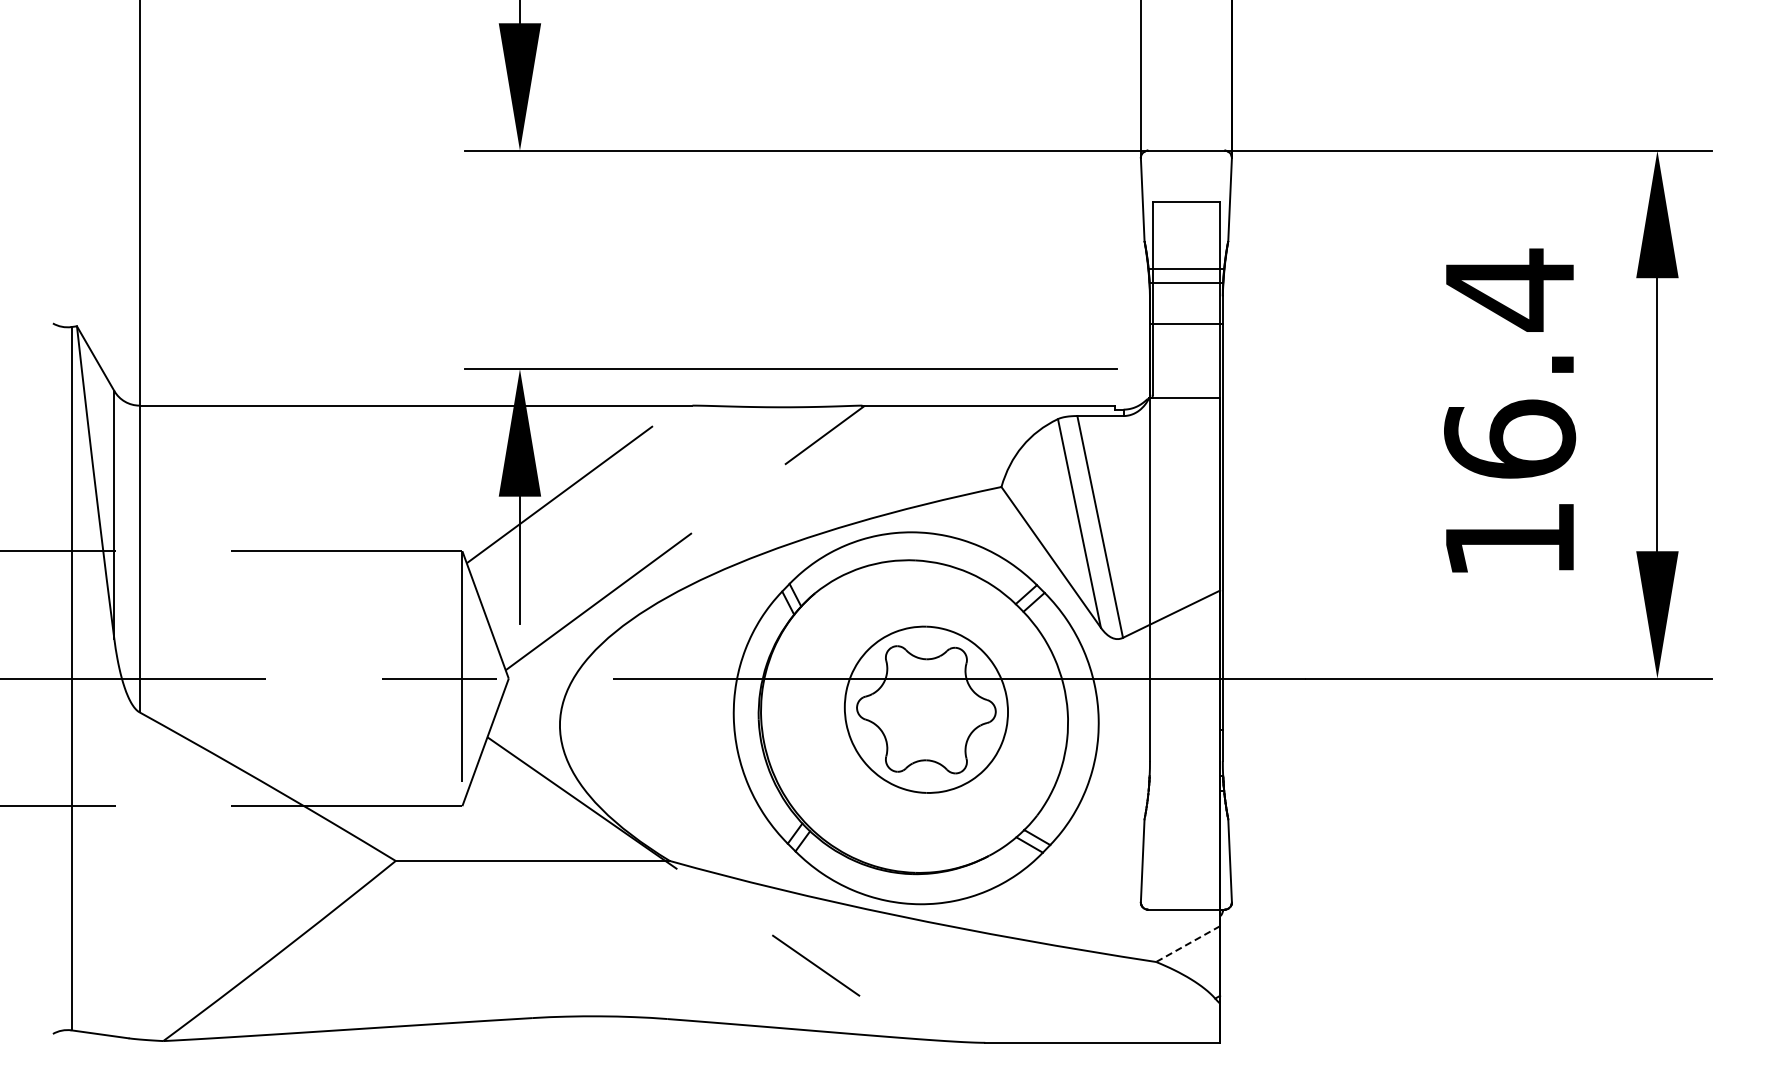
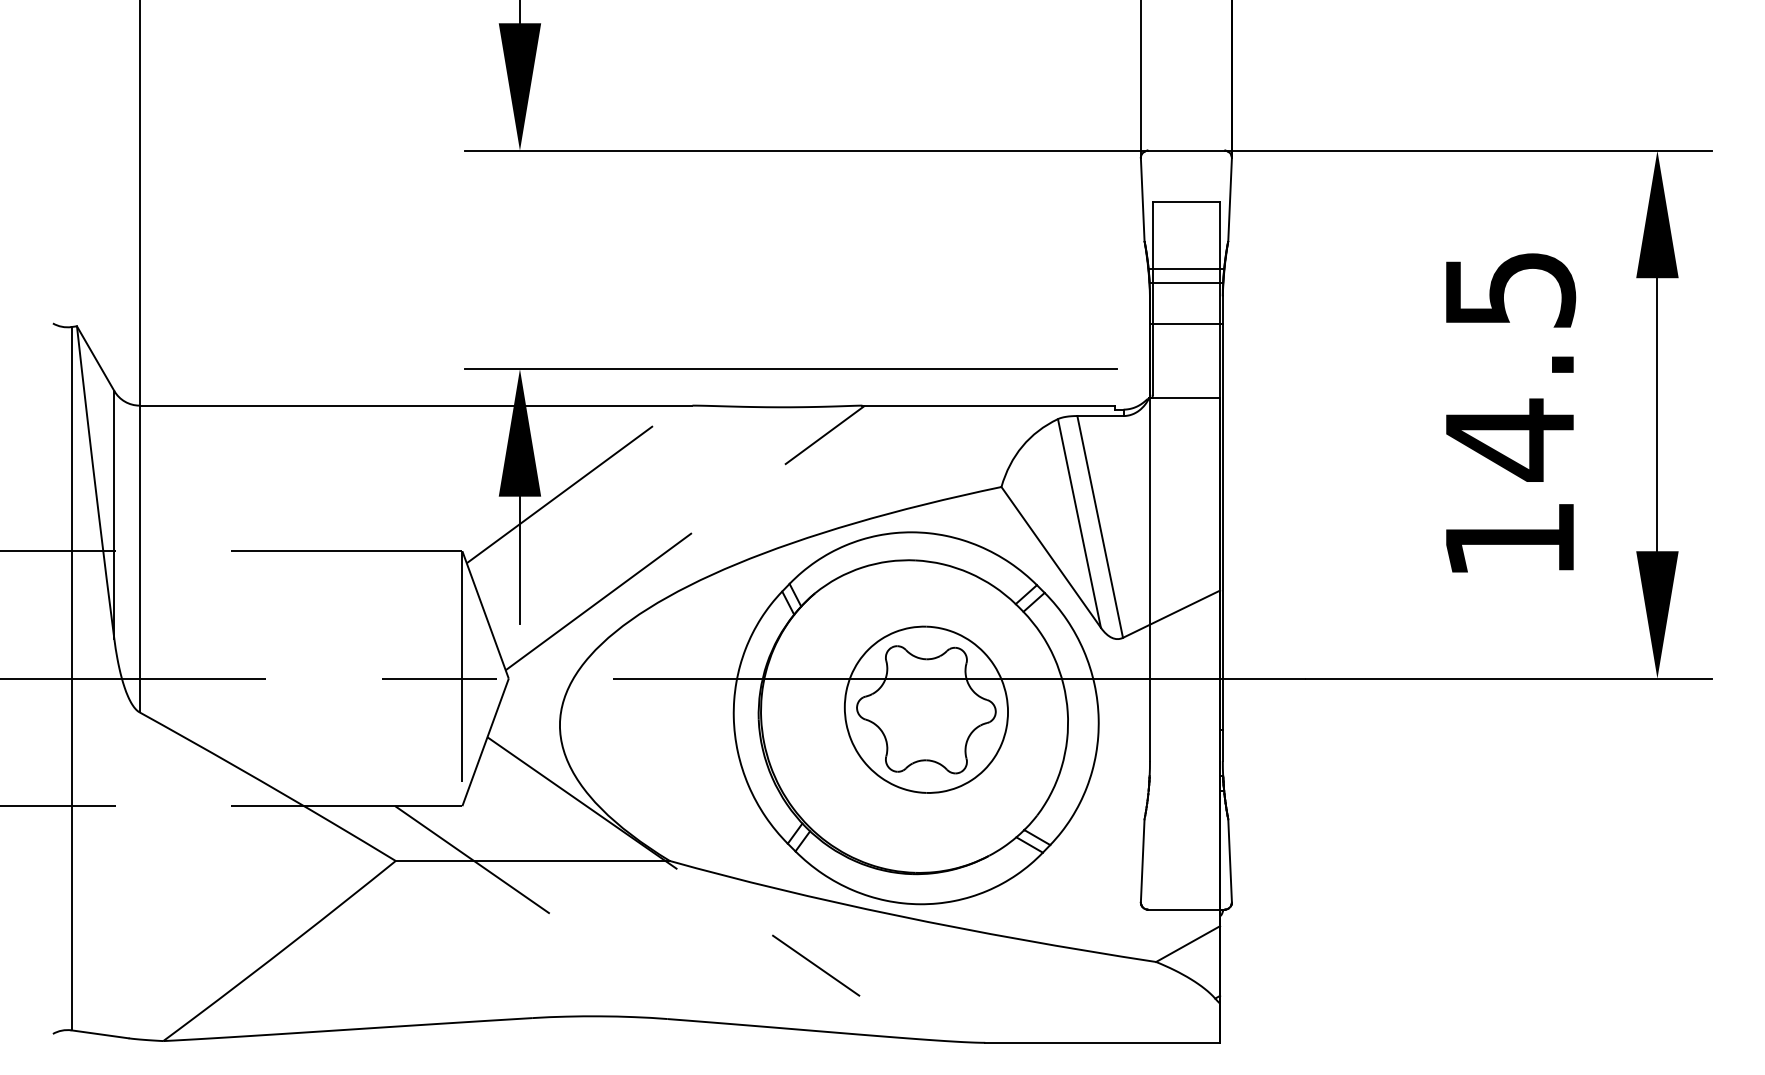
text at (1510, 364): 16.4 -> 14.5
line at (472, 859): none -> present
line at (1188, 944): dashed -> solid
